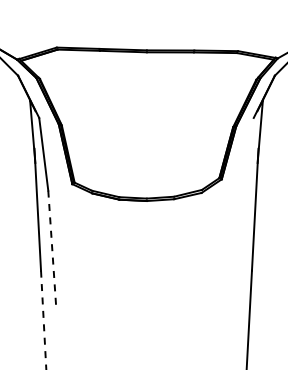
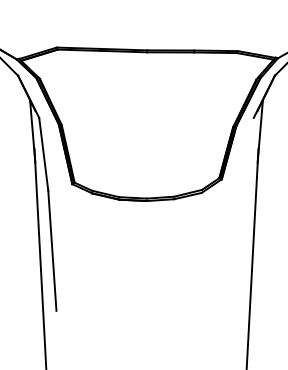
line at (52, 251): dashed -> solid
line at (43, 320): dashed -> solid
